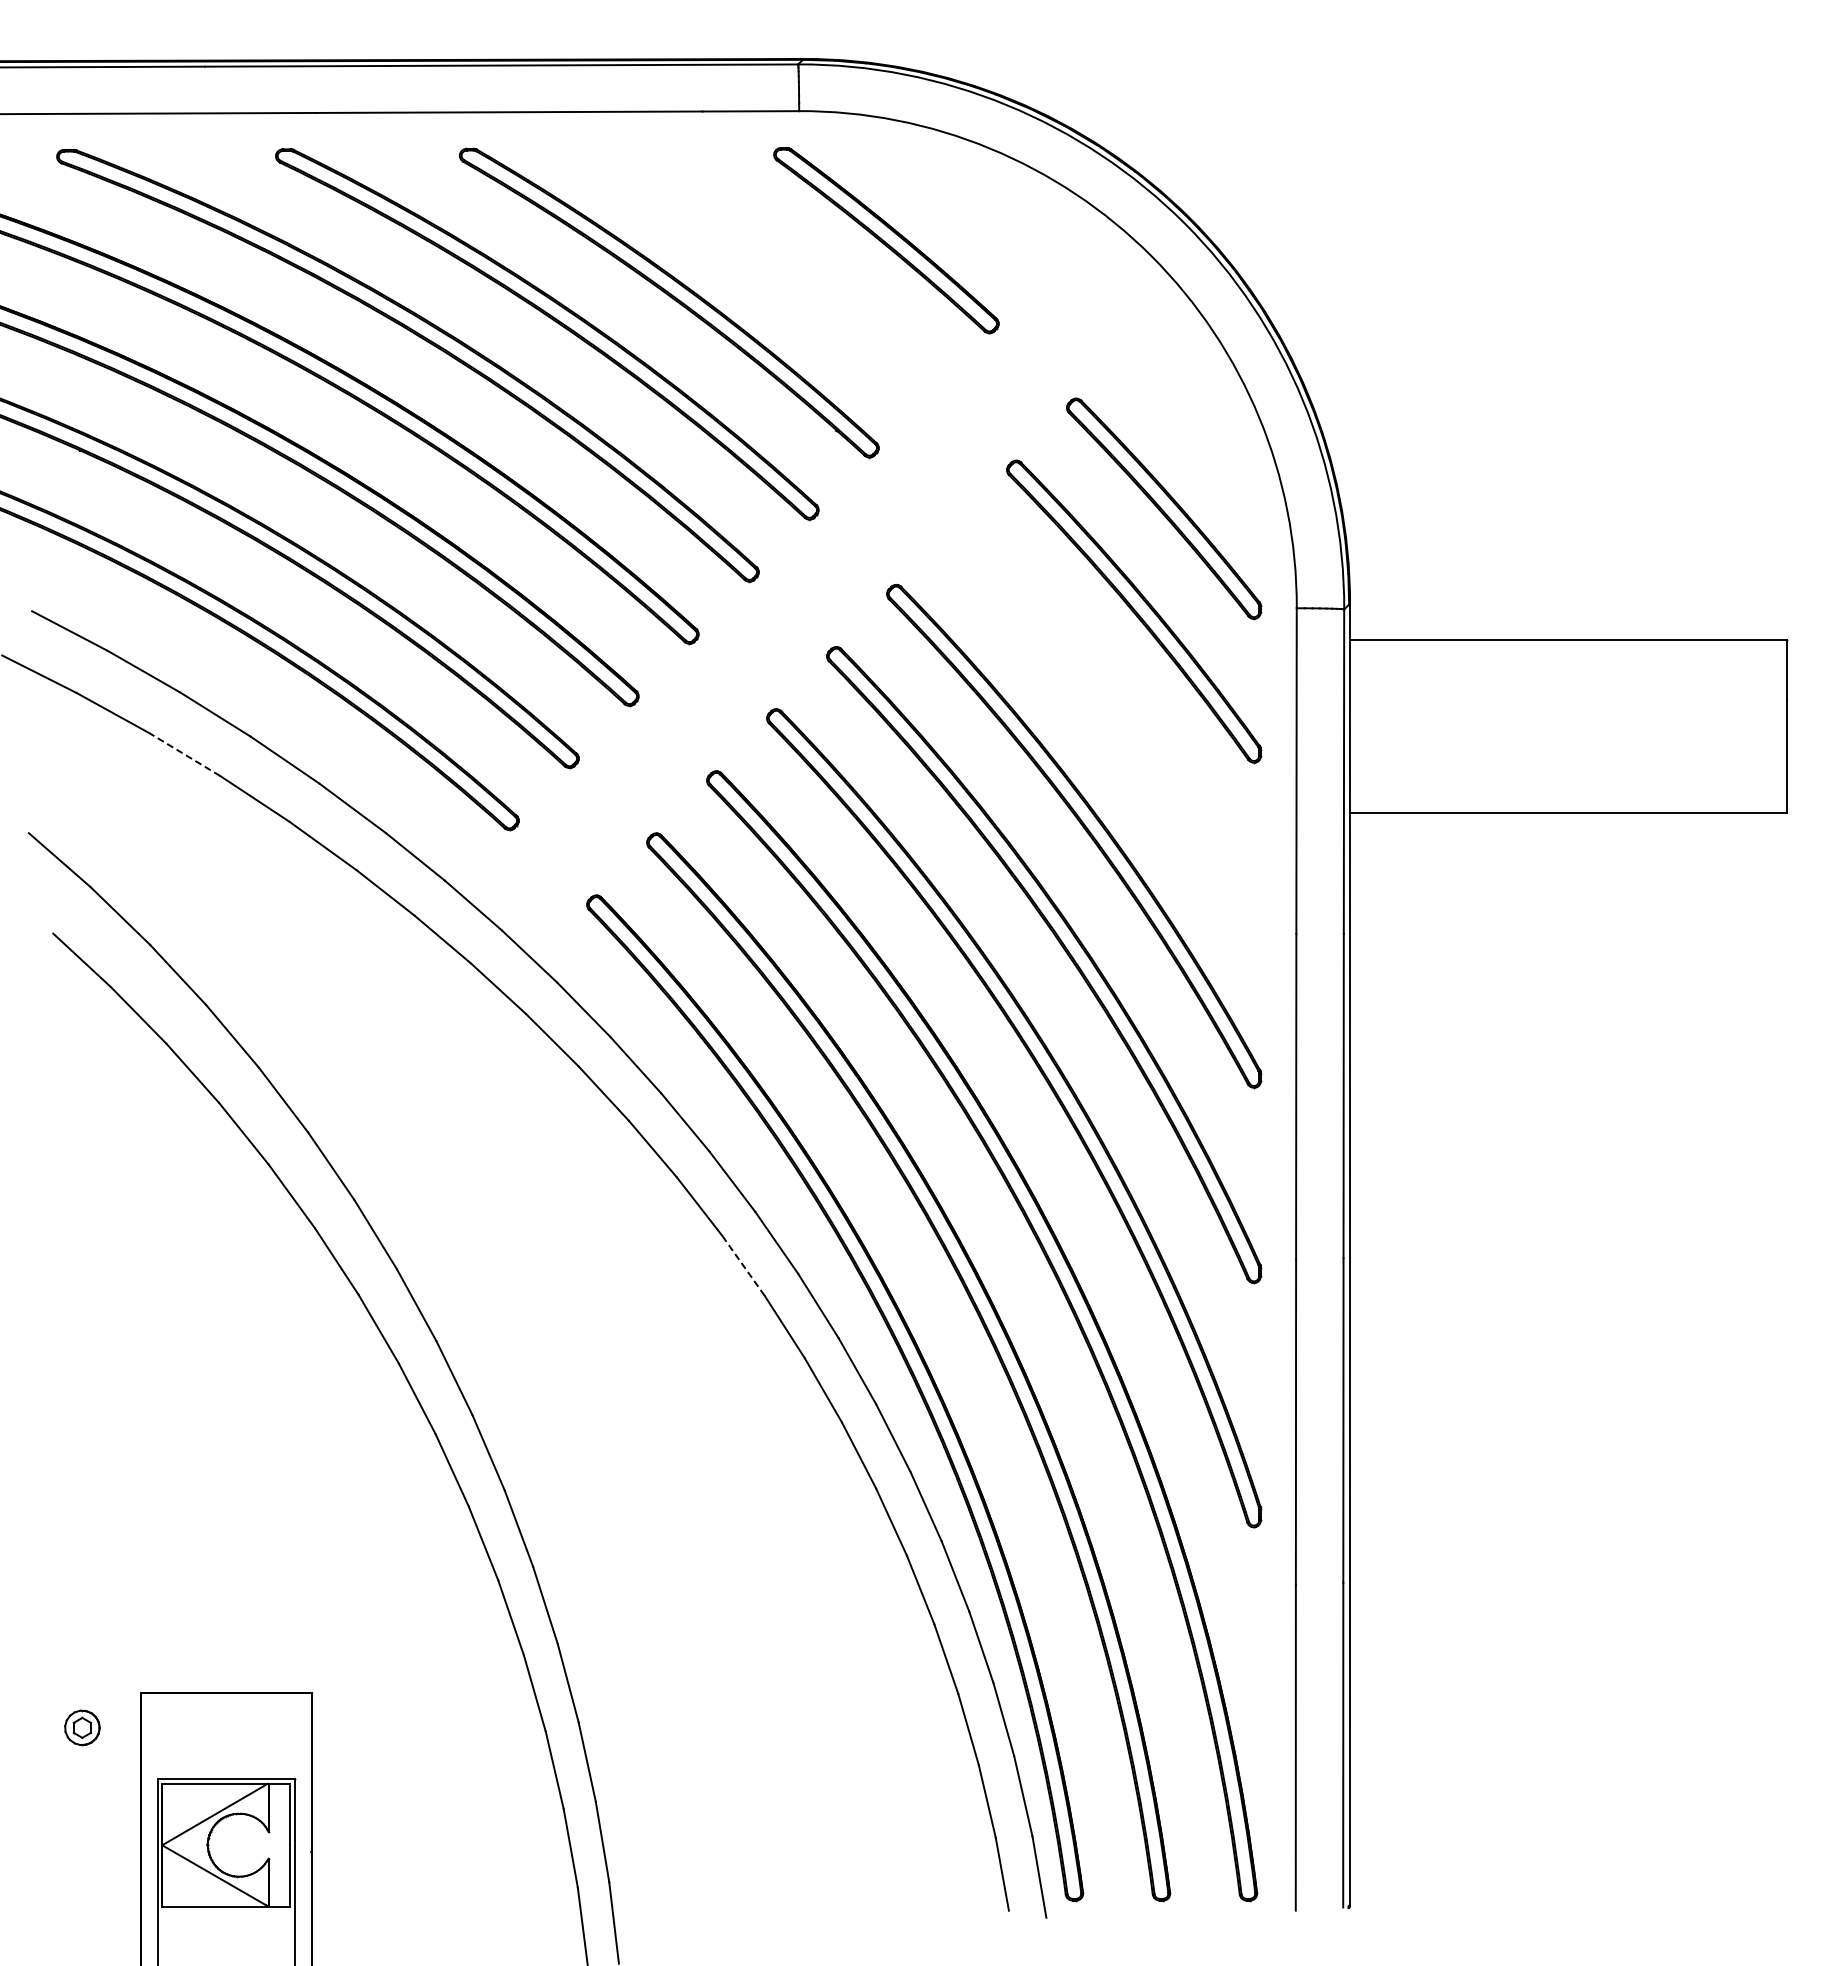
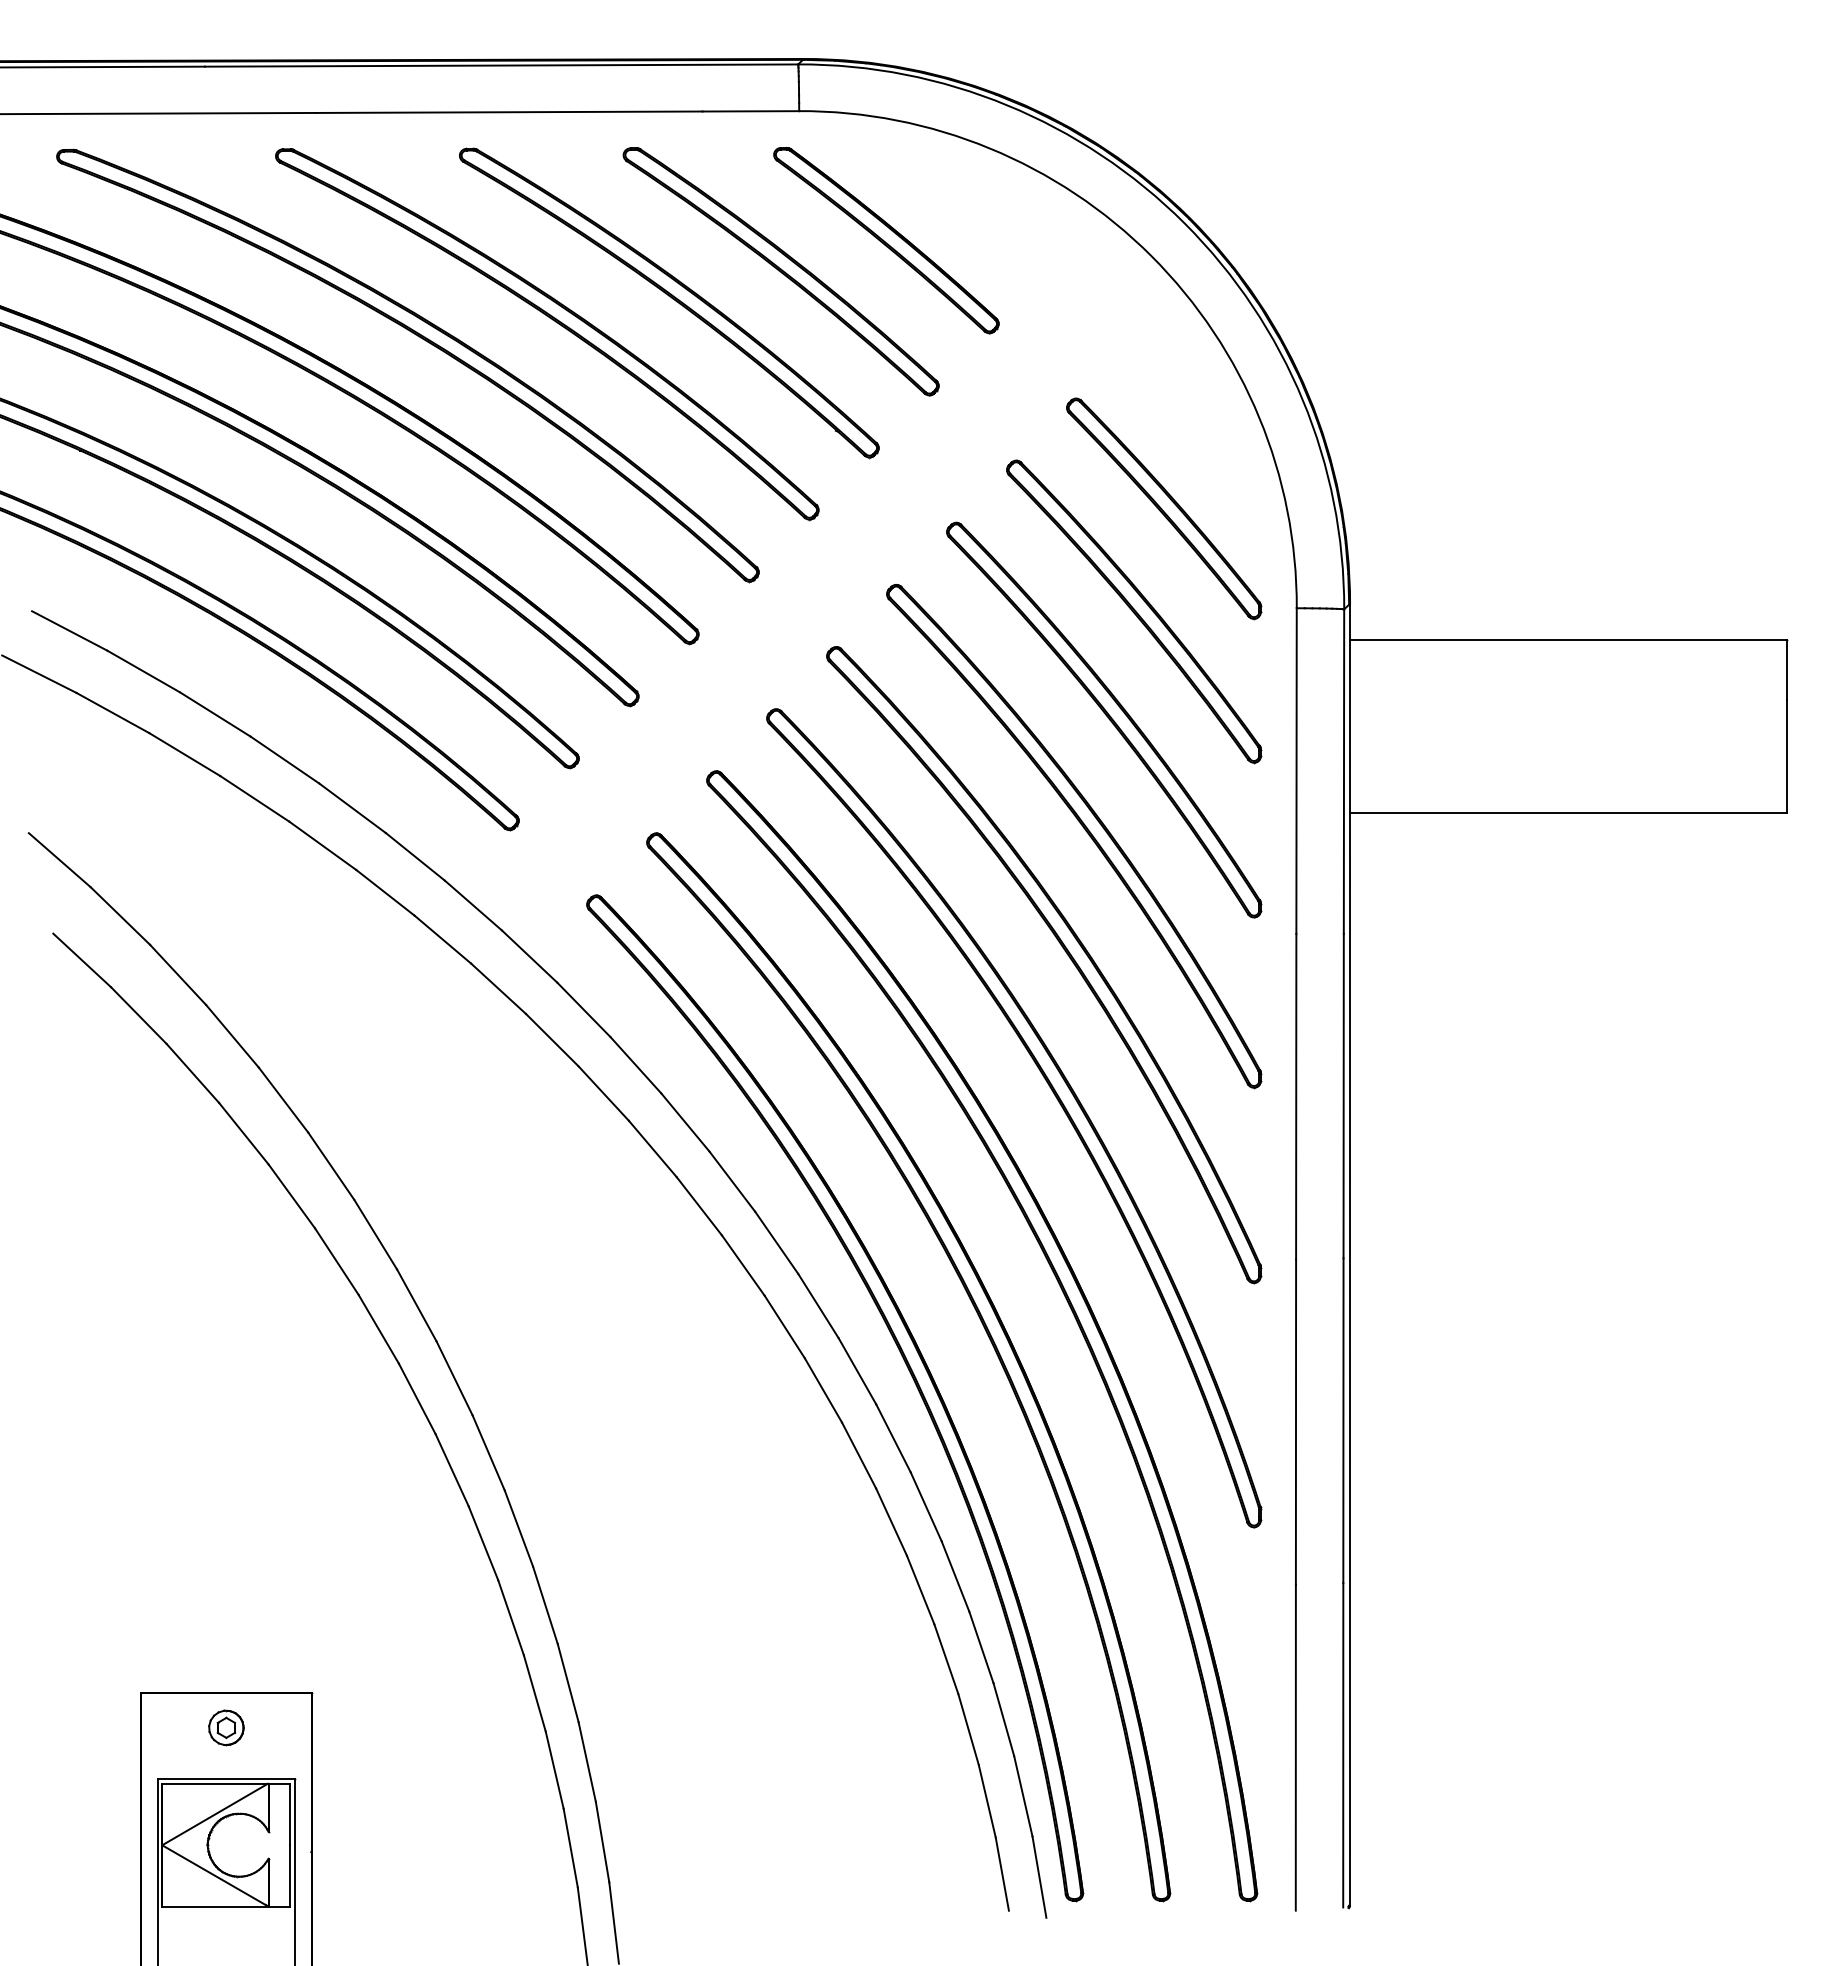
part at (780, 271): none -> present
part at (1104, 719): none -> present
line at (184, 754): dashed -> solid
line at (743, 1265): dashed -> solid
part at (82, 1727) position: (82, 1727) -> (226, 1727)
